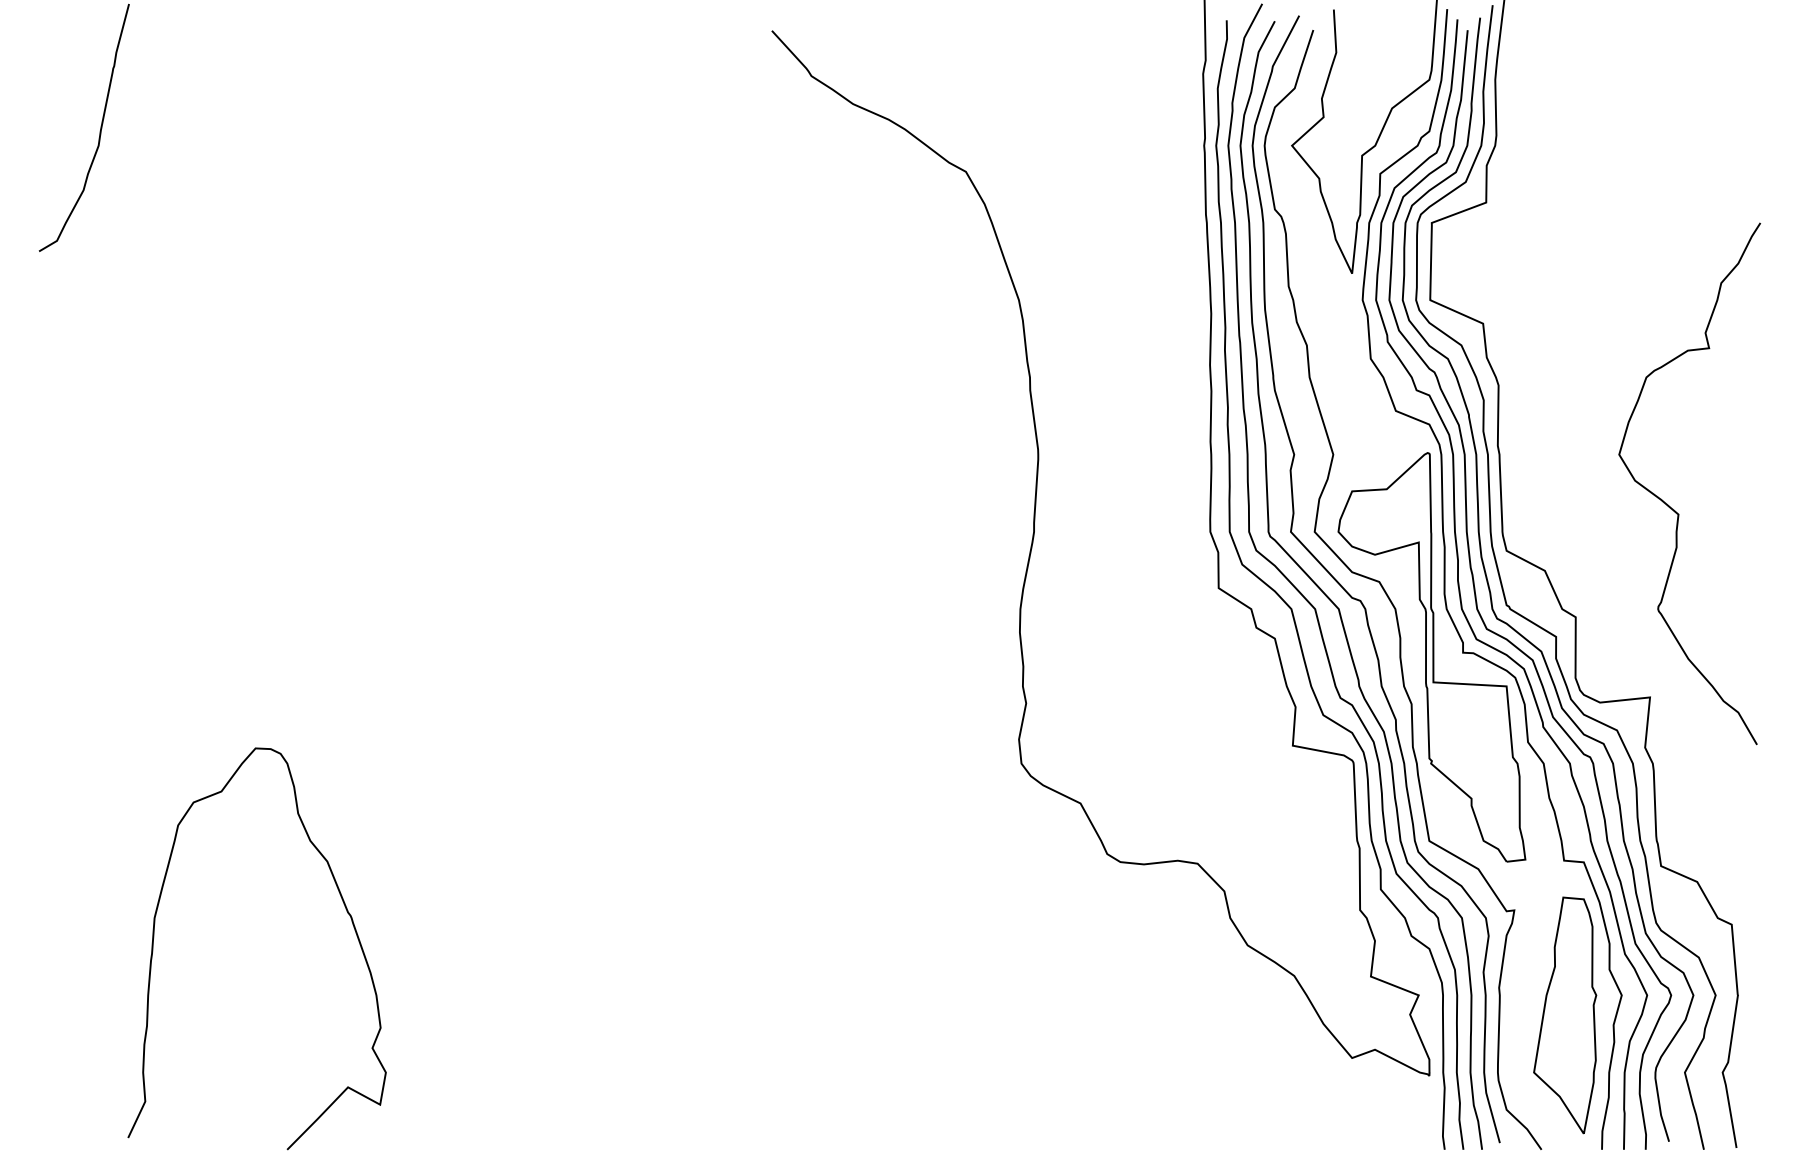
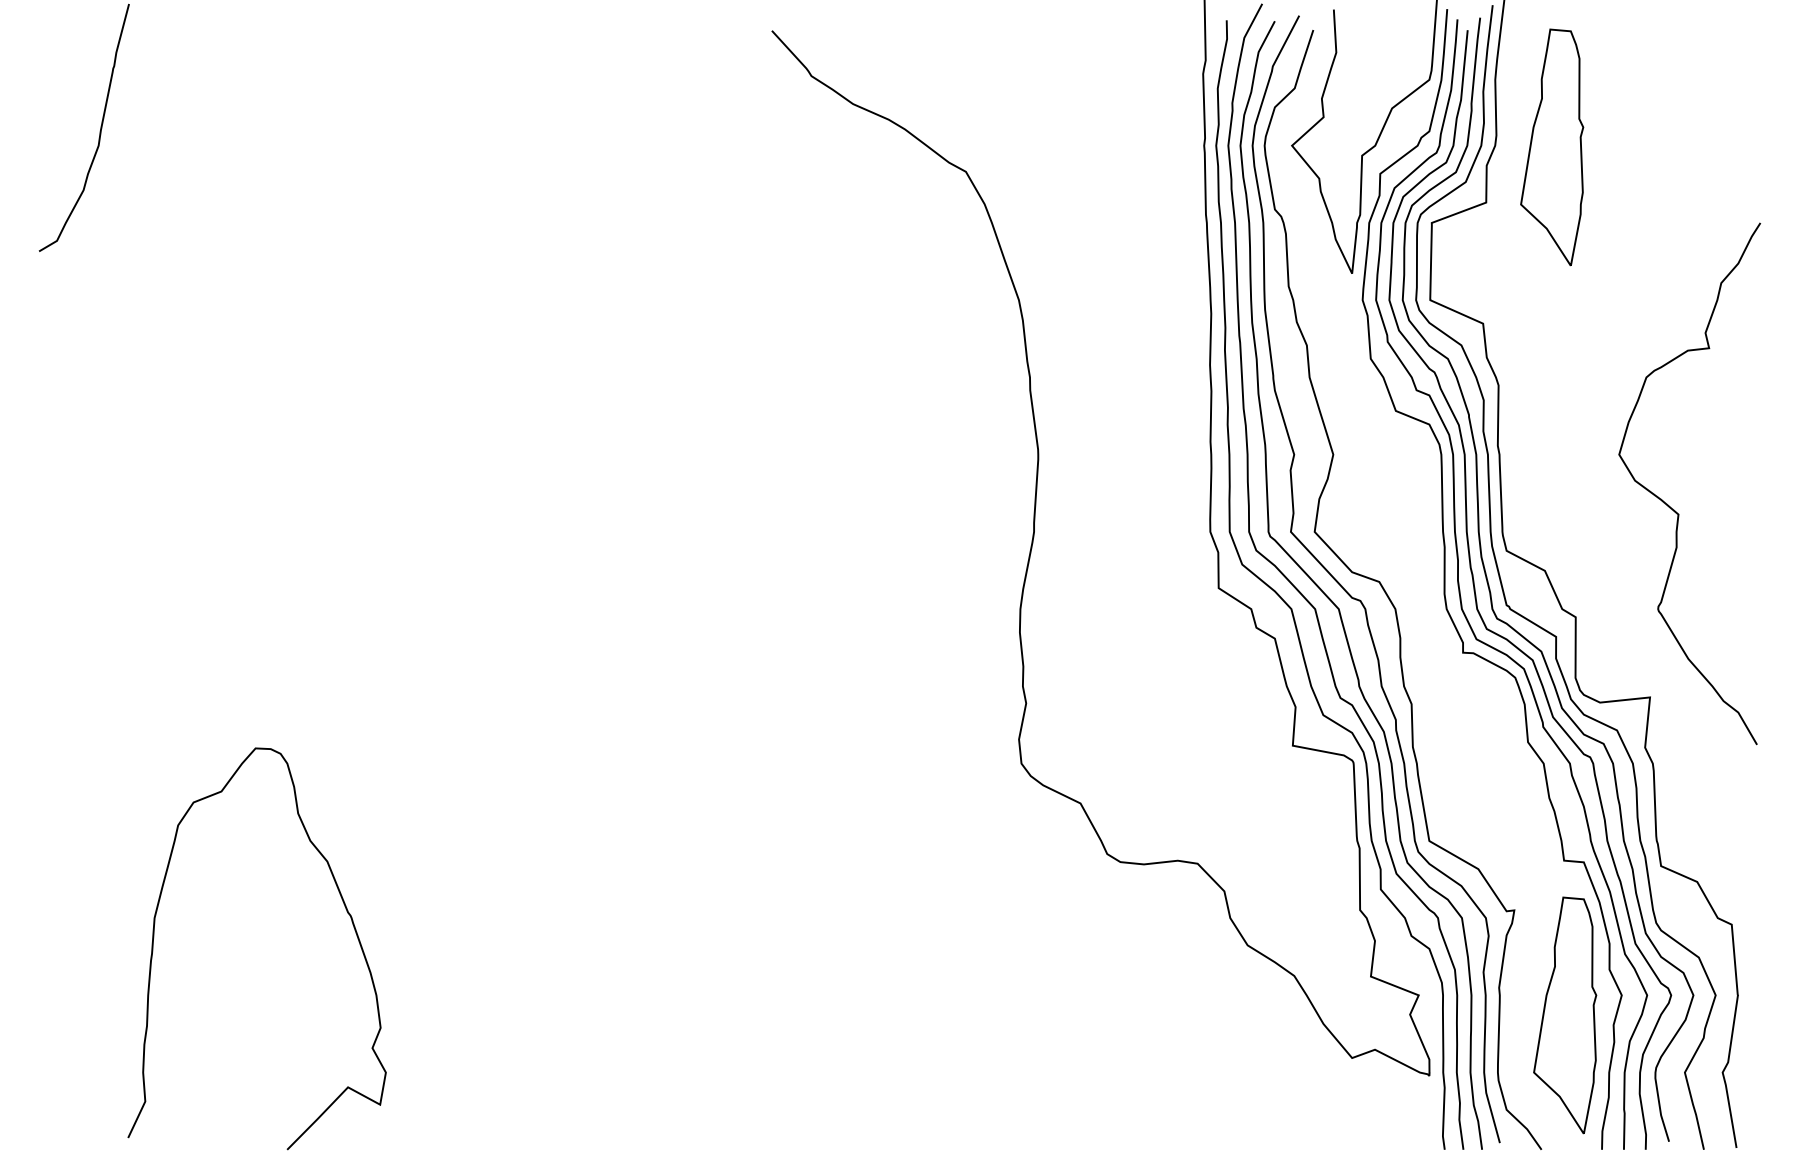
part at (1552, 147): none -> present
part at (1431, 657): present -> none
